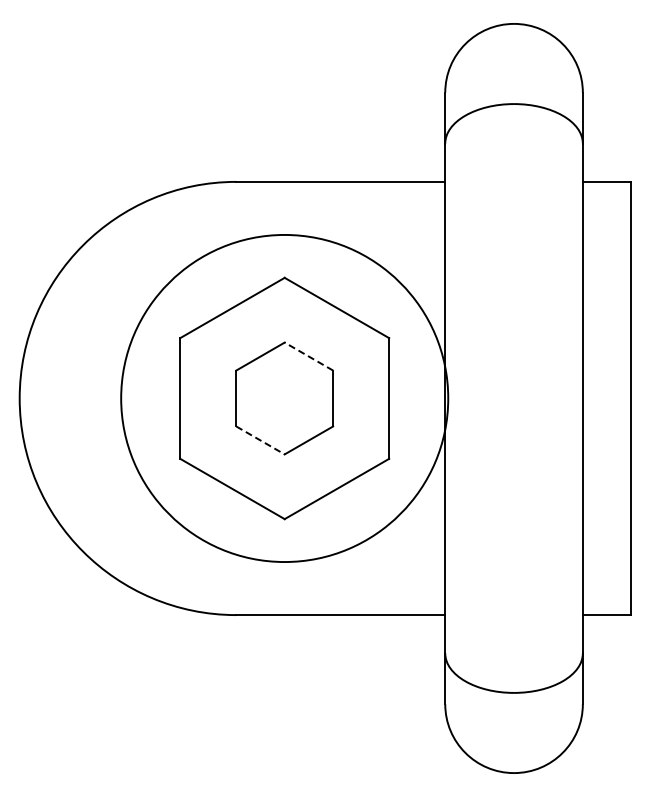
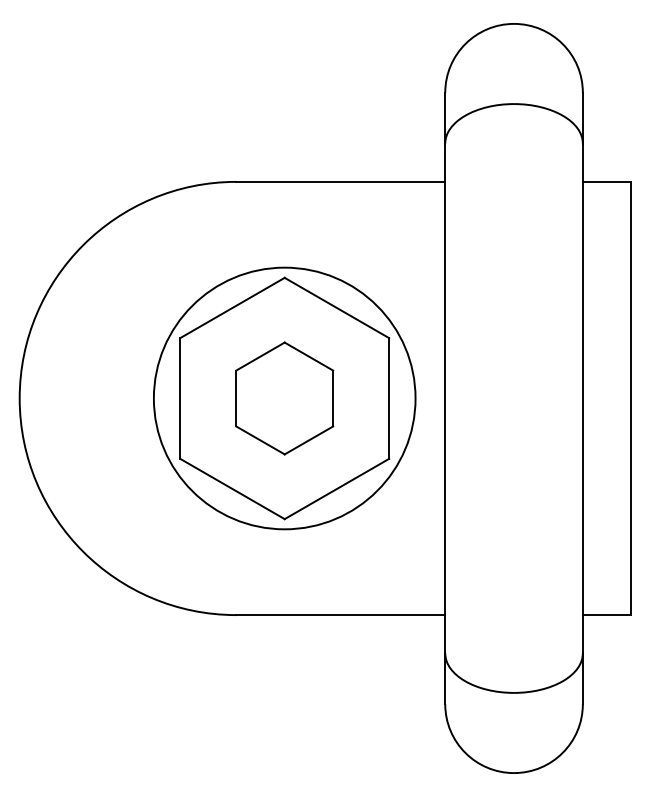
line at (308, 356): dashed -> solid
circle at (284, 398) diameter: 327 px -> 262 px
line at (260, 440): dashed -> solid
